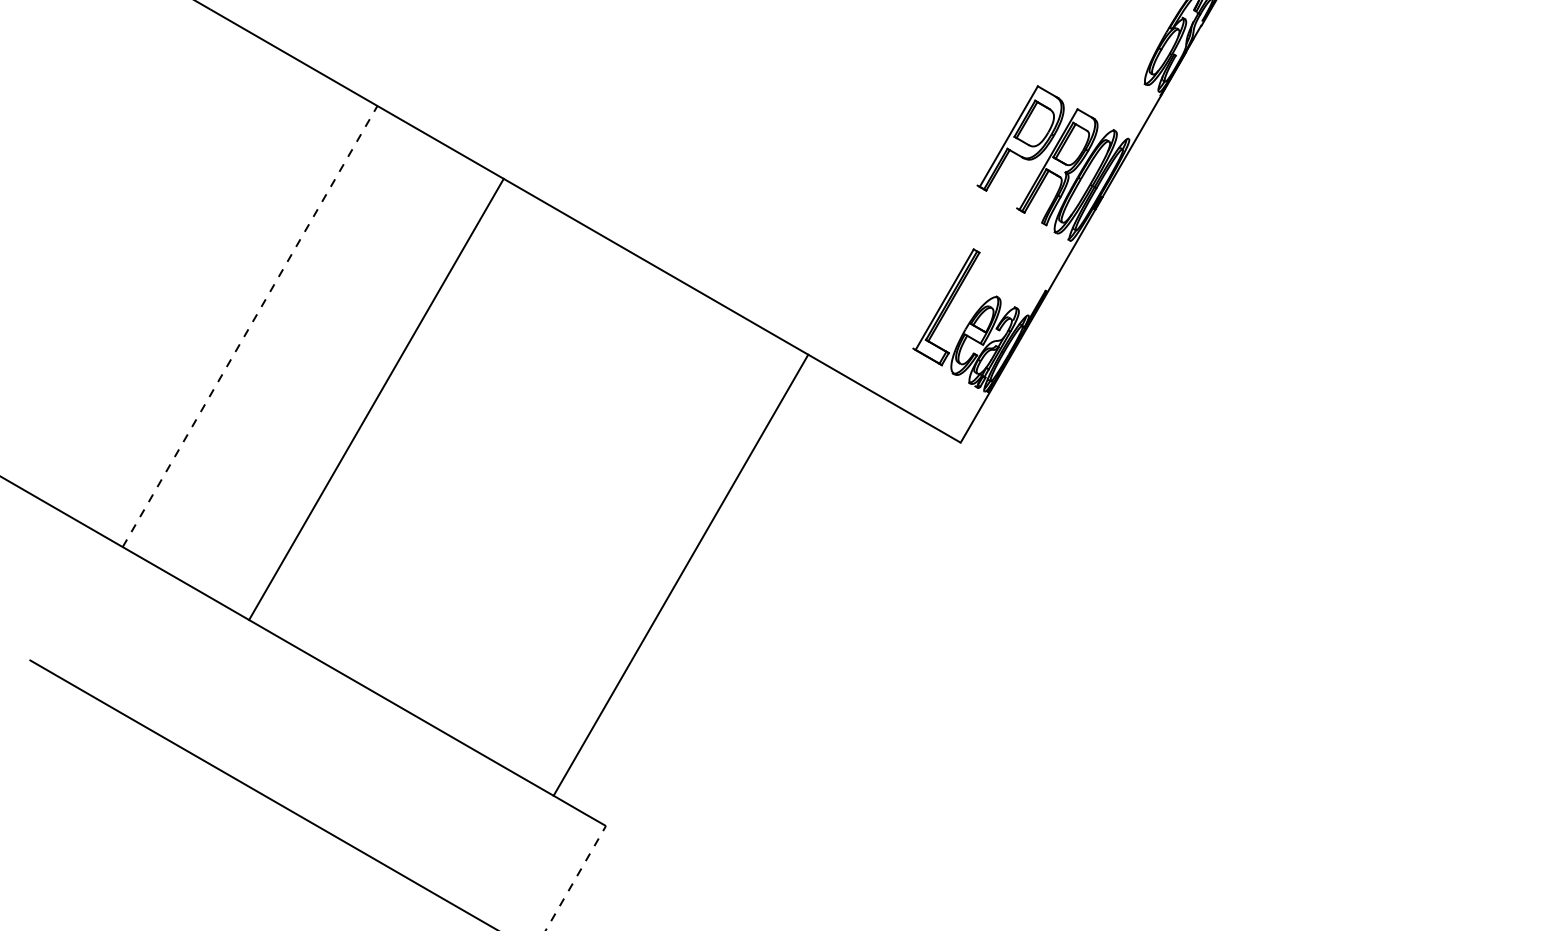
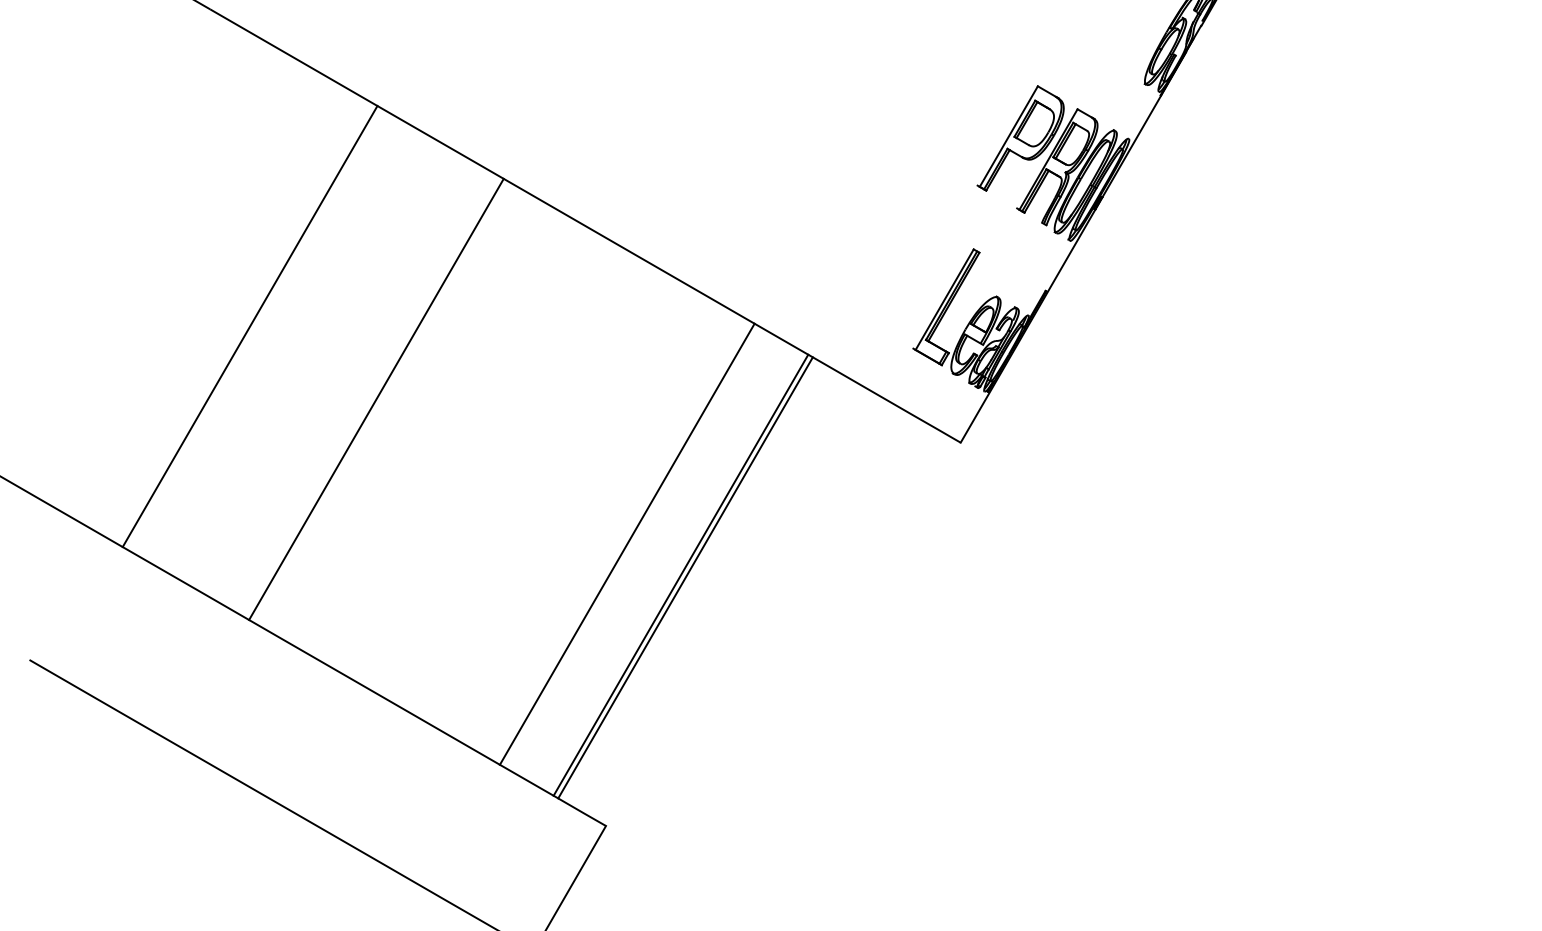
line at (250, 326): dashed -> solid
line at (626, 543): none -> present
line at (685, 577): none -> present
line at (576, 877): dashed -> solid
